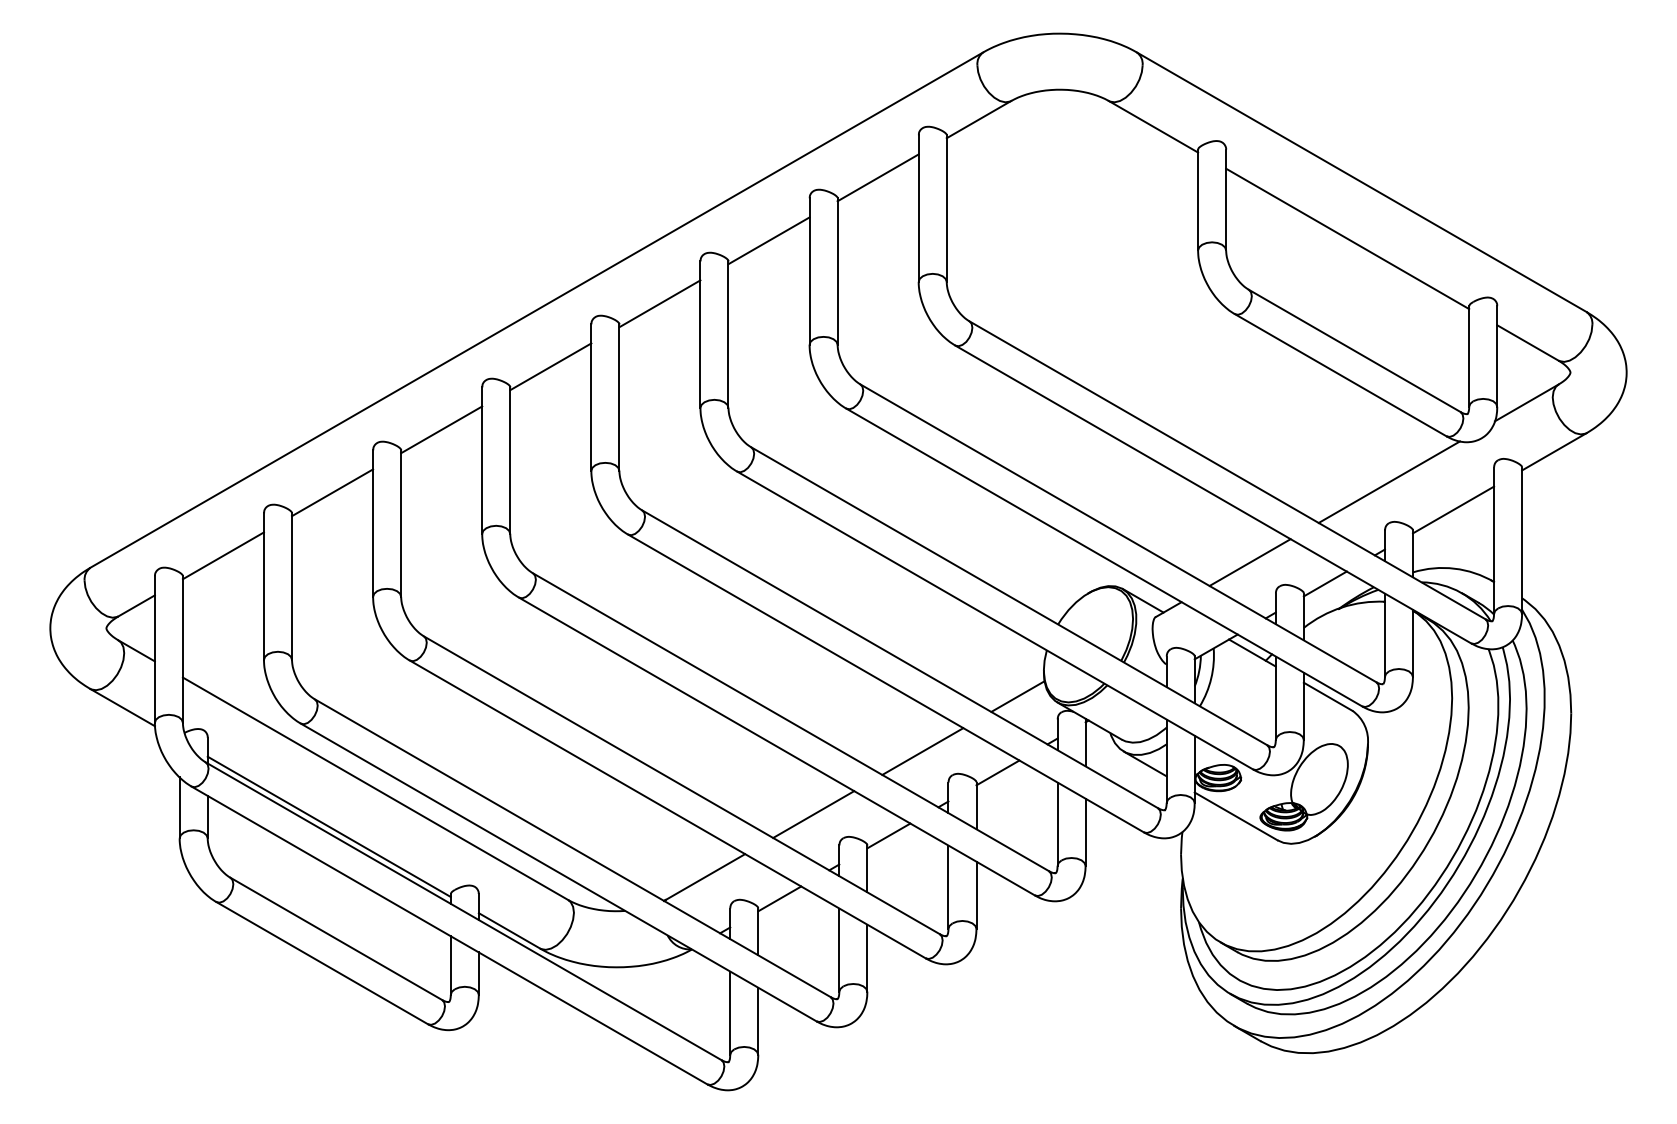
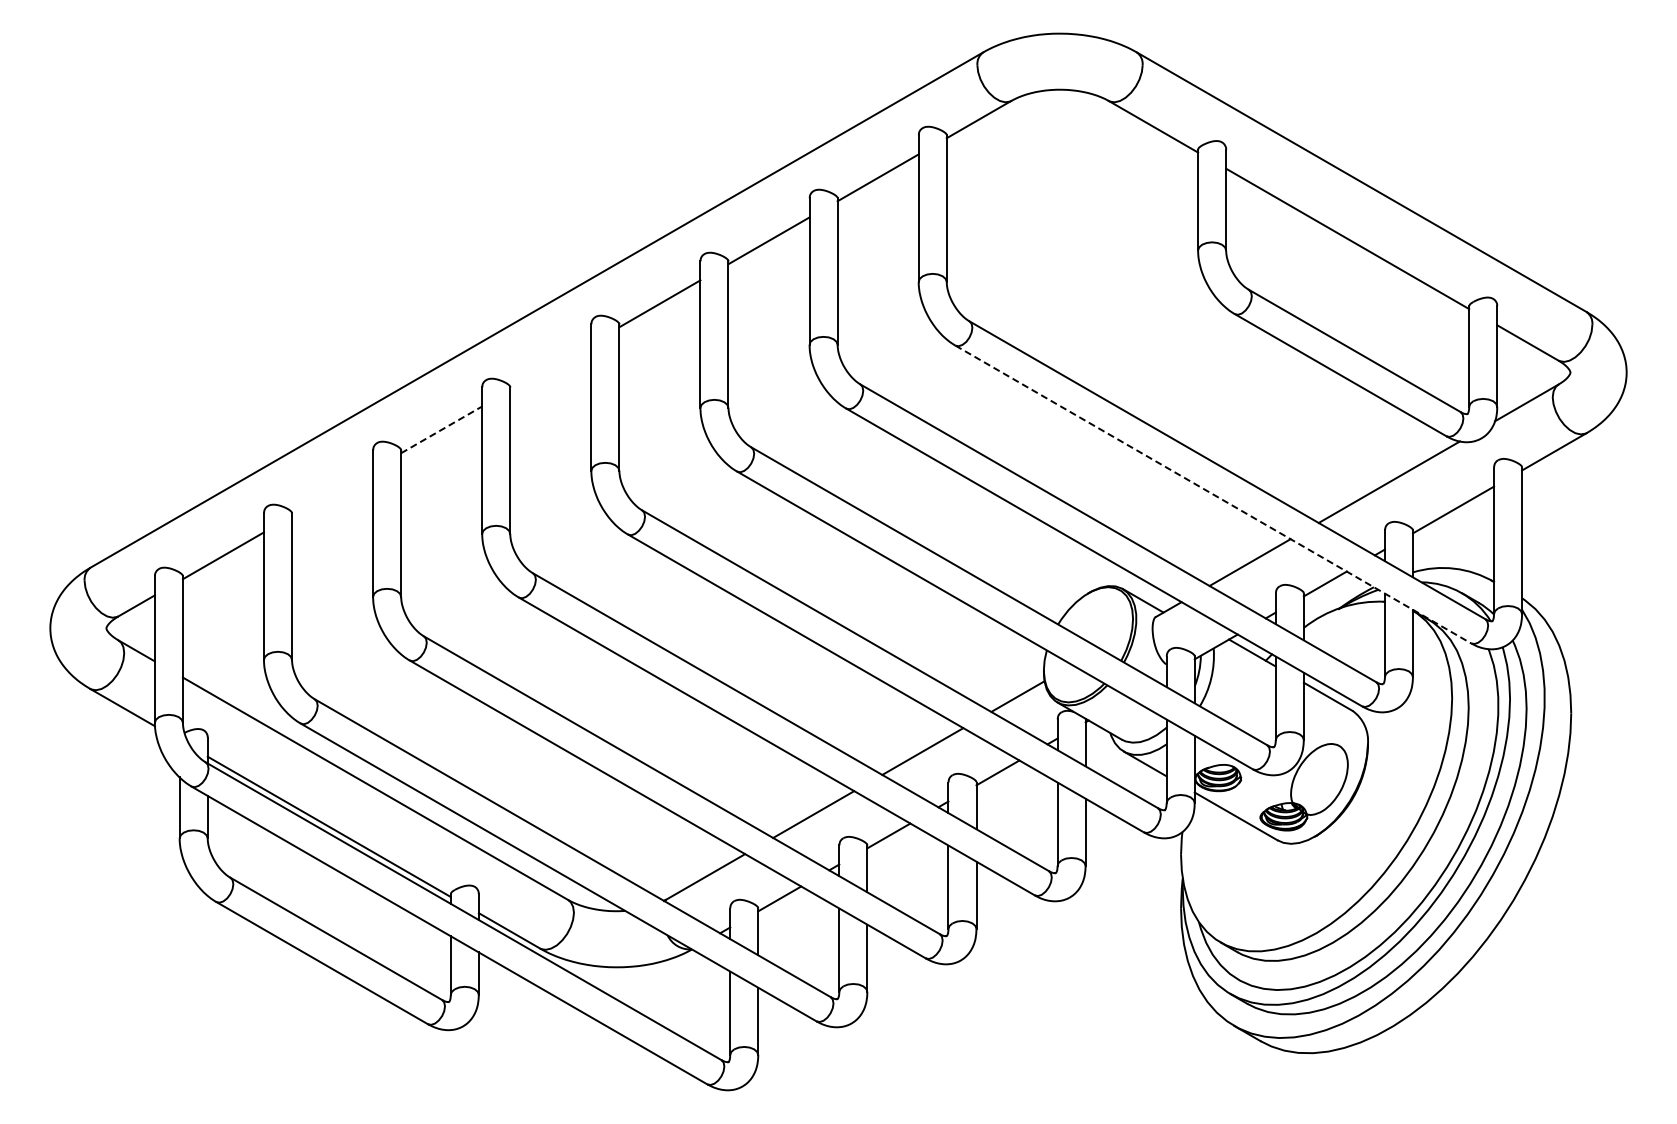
line at (550, 366): present -> none
line at (441, 429): solid -> dashed
line at (332, 492): present -> none
line at (1213, 494): solid -> dashed
